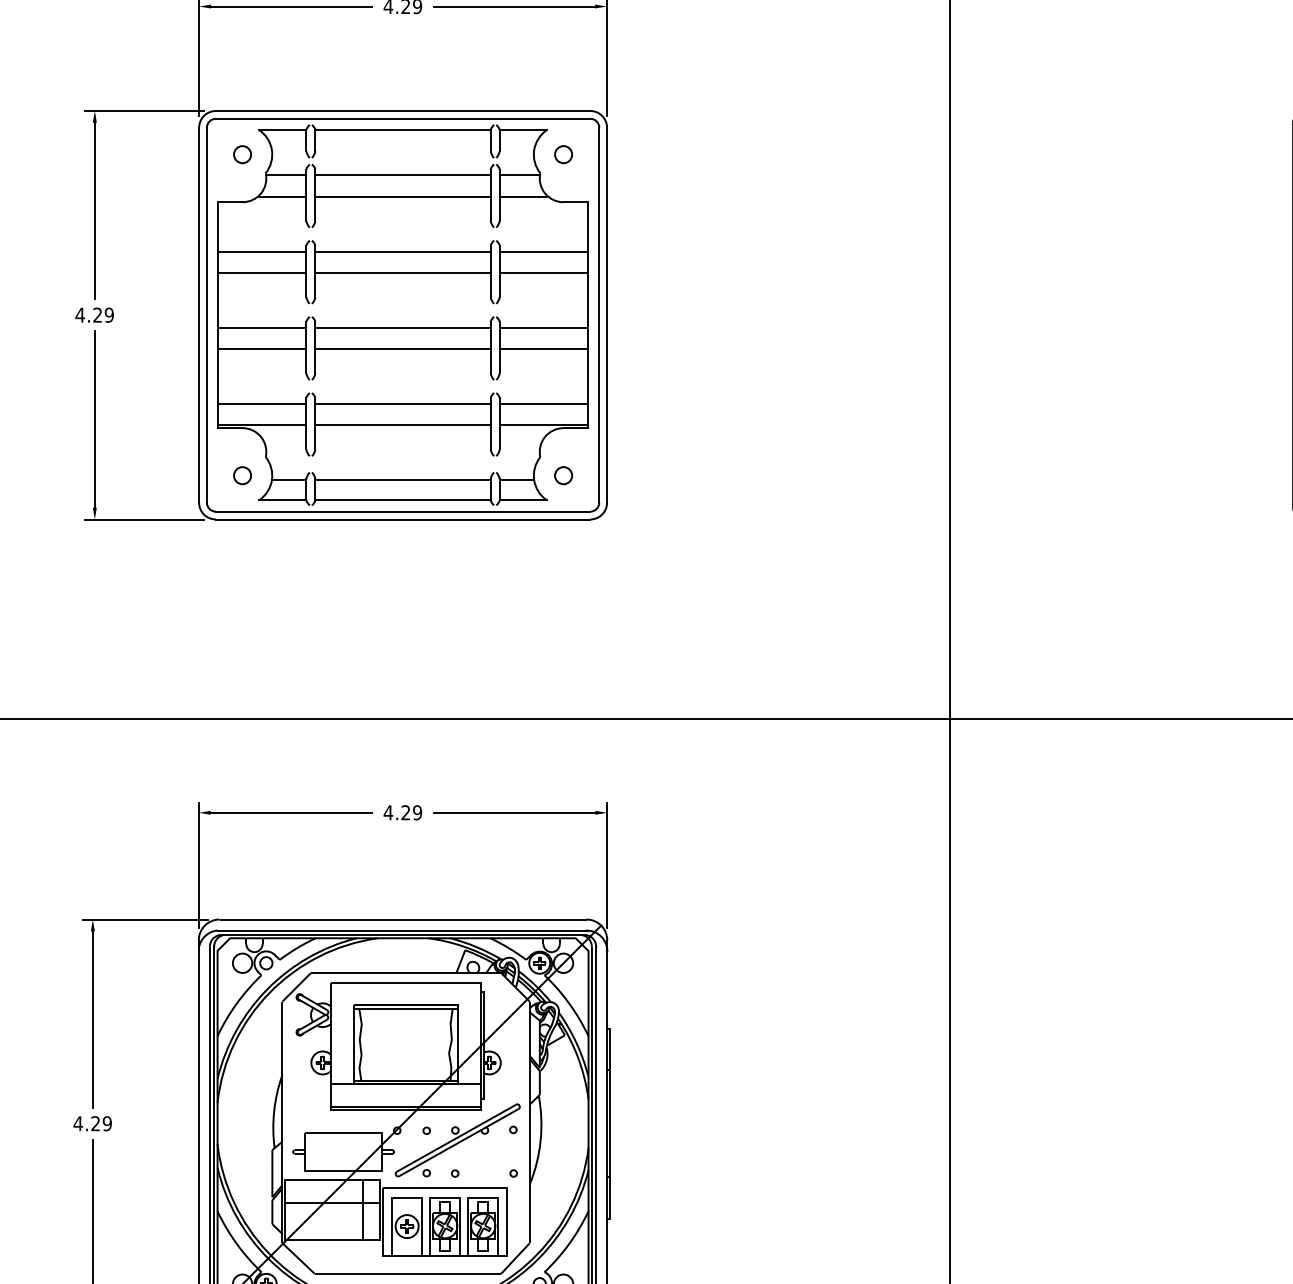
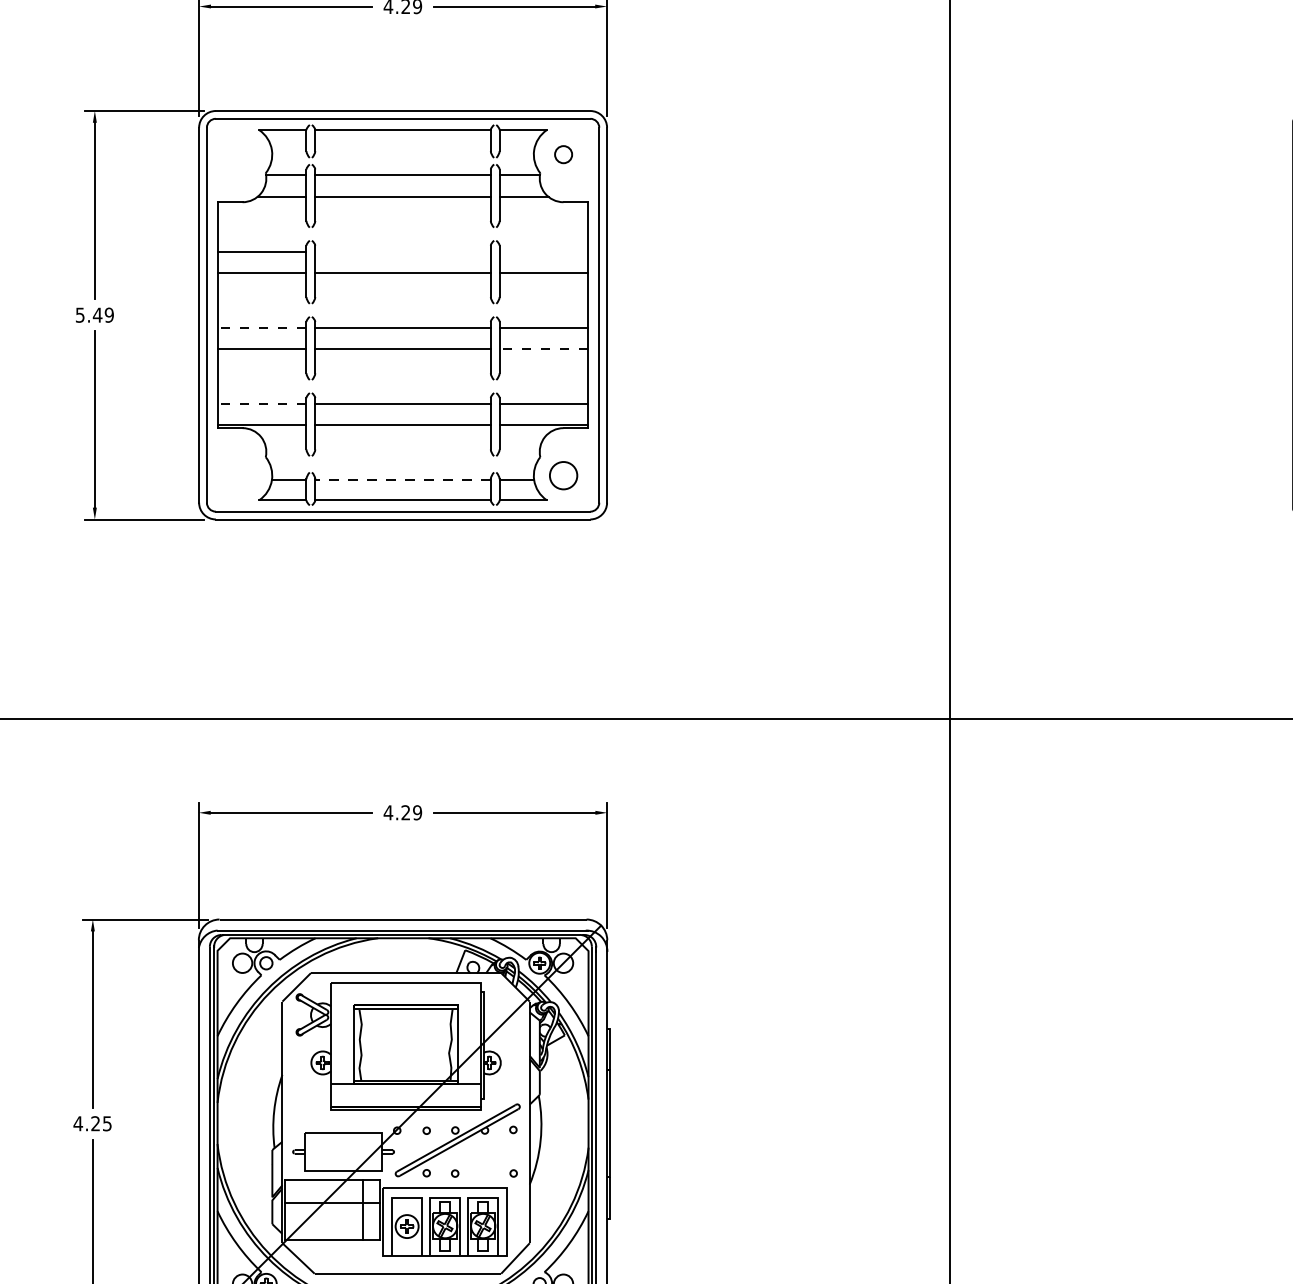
circle at (242, 154): present -> none
line at (402, 251): present -> none
line at (543, 251): present -> none
text at (88, 314): 4.29 -> 5.49
line at (261, 327): solid -> dashed
line at (543, 349): solid -> dashed
line at (261, 403): solid -> dashed
circle at (242, 475): present -> none
circle at (563, 475) diameter: 17 px -> 27 px
line at (403, 480): solid -> dashed
text at (106, 1123): 4.29 -> 4.25
